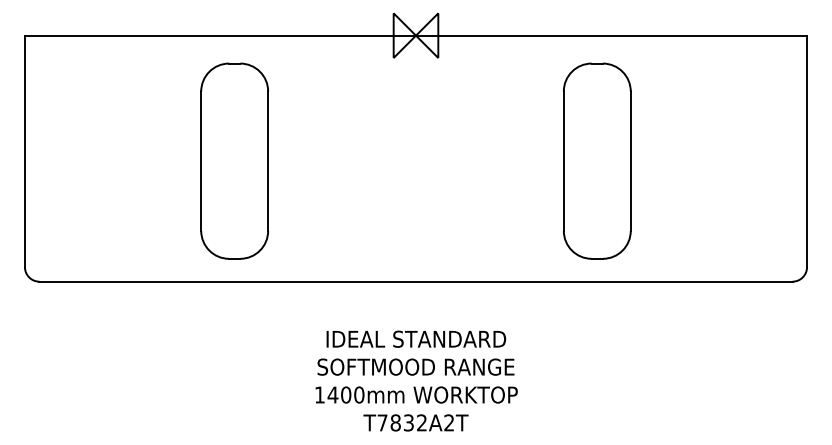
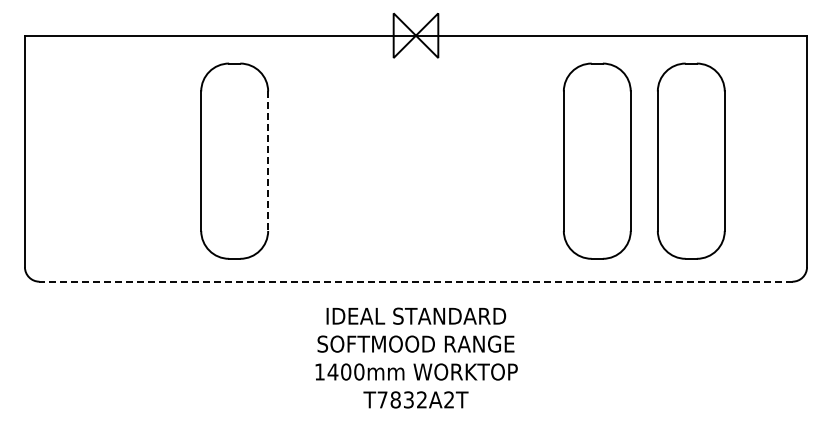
part at (691, 160): none -> present
line at (268, 161): solid -> dashed
line at (416, 281): solid -> dashed
text at (416, 380) position: (416, 380) -> (416, 357)
